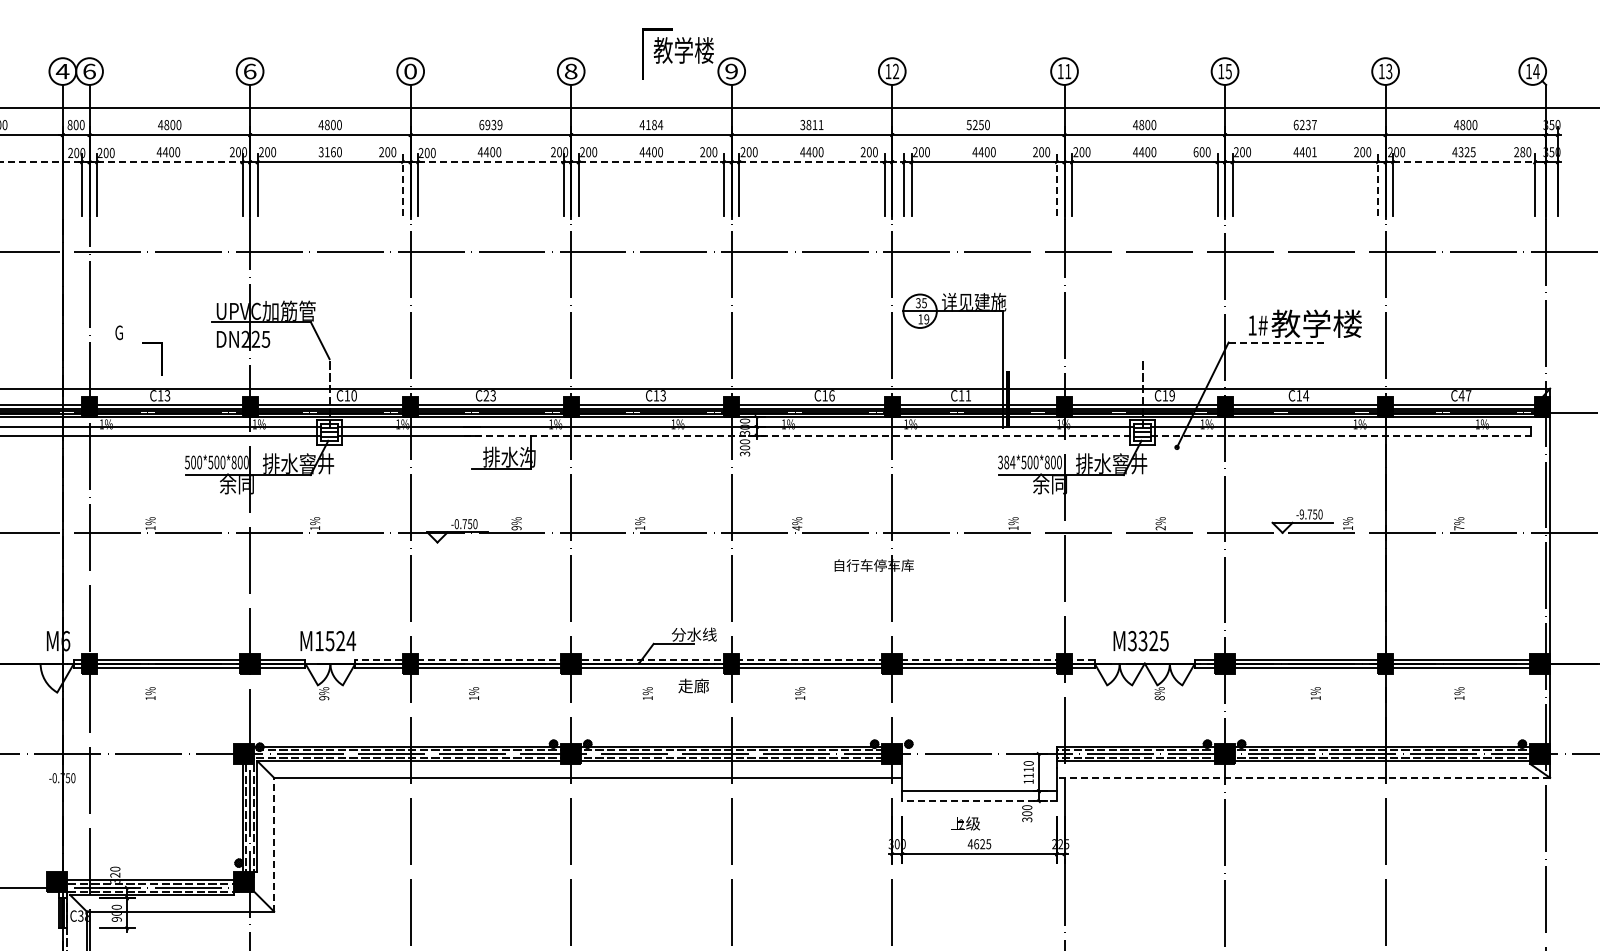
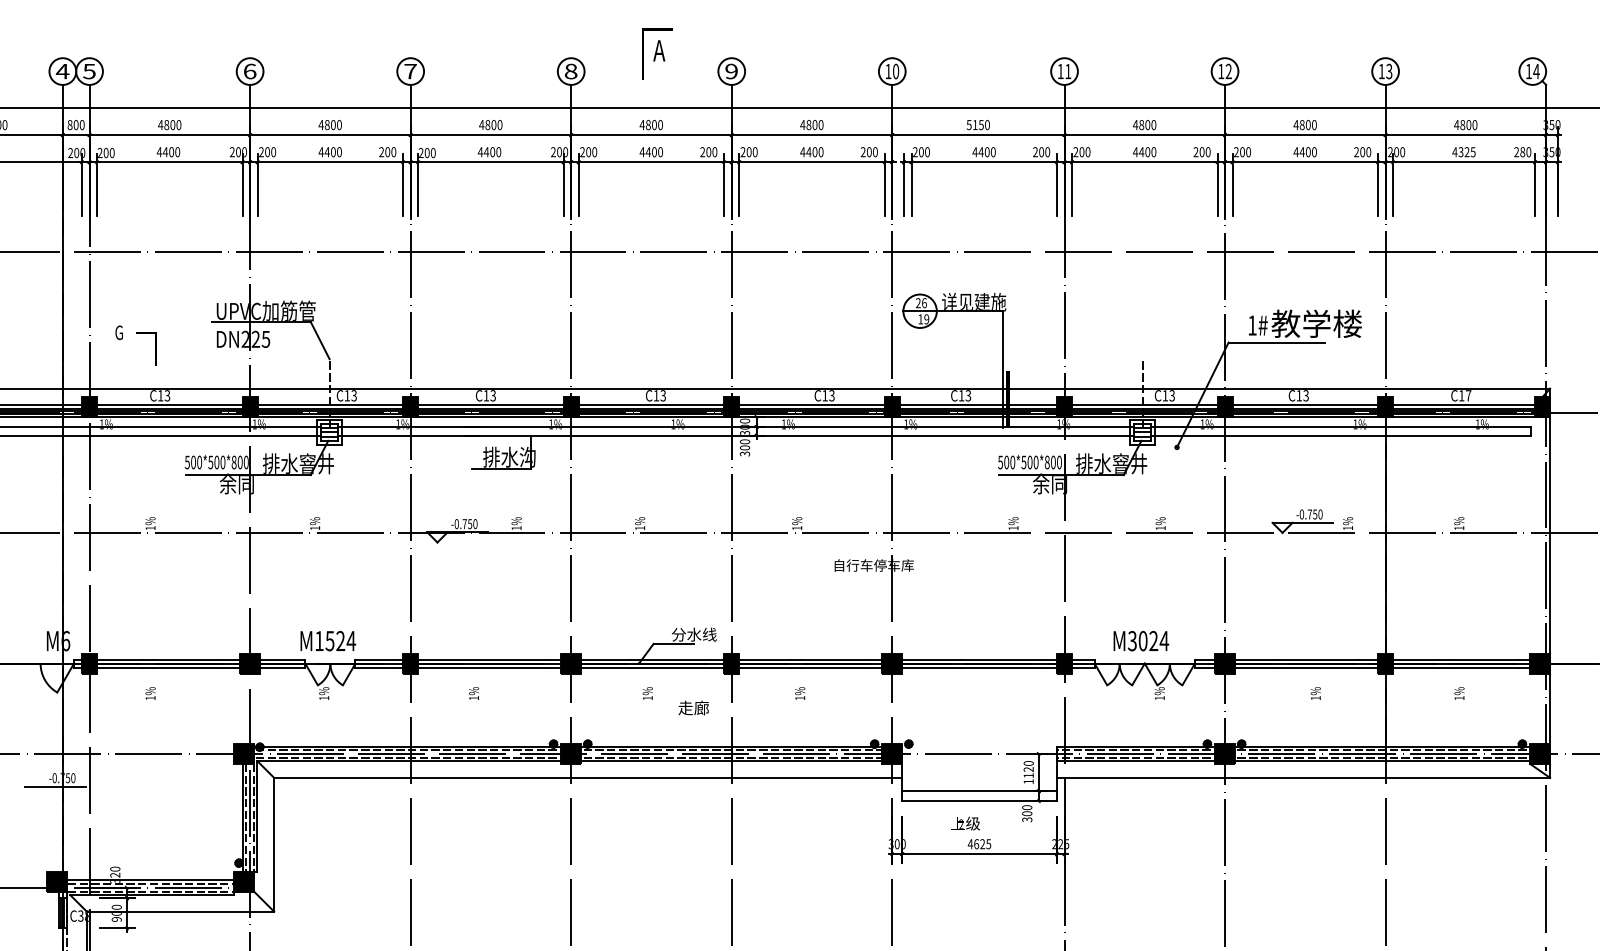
text at (683, 50): 教学楼 -> A
text at (89, 71): 6 -> 5
text at (410, 71): 0 -> 7
text at (895, 71): 12 -> 10
text at (1228, 71): 15 -> 12
text at (974, 124): 5250 -> 5150
text at (490, 125): 6939 -> 4800
text at (654, 125): 4184 -> 4800
text at (811, 125): 3811 -> 4800
text at (1304, 125): 6237 -> 4800
text at (326, 152): 3160 -> 4400
text at (1195, 152): 600 -> 200
text at (1314, 152): 4401 -> 4400
line at (41, 162): dashed -> solid
line at (169, 162): dashed -> solid
line at (490, 162): dashed -> solid
line at (651, 162): dashed -> solid
line at (812, 162): dashed -> solid
line at (1464, 162): dashed -> solid
line at (403, 184): dashed -> solid
line at (1057, 184): dashed -> solid
line at (1378, 184): dashed -> solid
text at (921, 303): 35 -> 26
line at (1277, 342): dashed -> solid
line at (161, 358) position: (161, 358) -> (155, 348)
text at (353, 395): C10 -> C13
text at (486, 395): C23 -> C13
text at (831, 395): C16 -> C13
text at (968, 395): C11 -> C13
text at (1171, 395): C19 -> C13
text at (1306, 395): C14 -> C13
text at (1461, 395): C47 -> C17
line at (799, 435): dashed -> solid
line at (1340, 435): dashed -> solid
text at (1006, 462): 384*500*800 -> 500*500*800
text at (1301, 514): -9.750 -> -0.750
text at (516, 528): 9% -> 1%
text at (797, 528): 4% -> 1%
text at (1160, 528): 2% -> 1%
text at (1459, 528): 7% -> 1%
text at (1153, 641): M3325 -> M3024
line at (725, 659): dashed -> solid
text at (693, 685) position: (693, 685) -> (693, 707)
text at (324, 698): 9% -> 1%
text at (1159, 698): 8% -> 1%
text at (1028, 769): 1110 -> 1120
line at (1303, 777): dashed -> solid
line at (55, 786): none -> present
line at (979, 801): dashed -> solid
line at (274, 844): dashed -> solid
